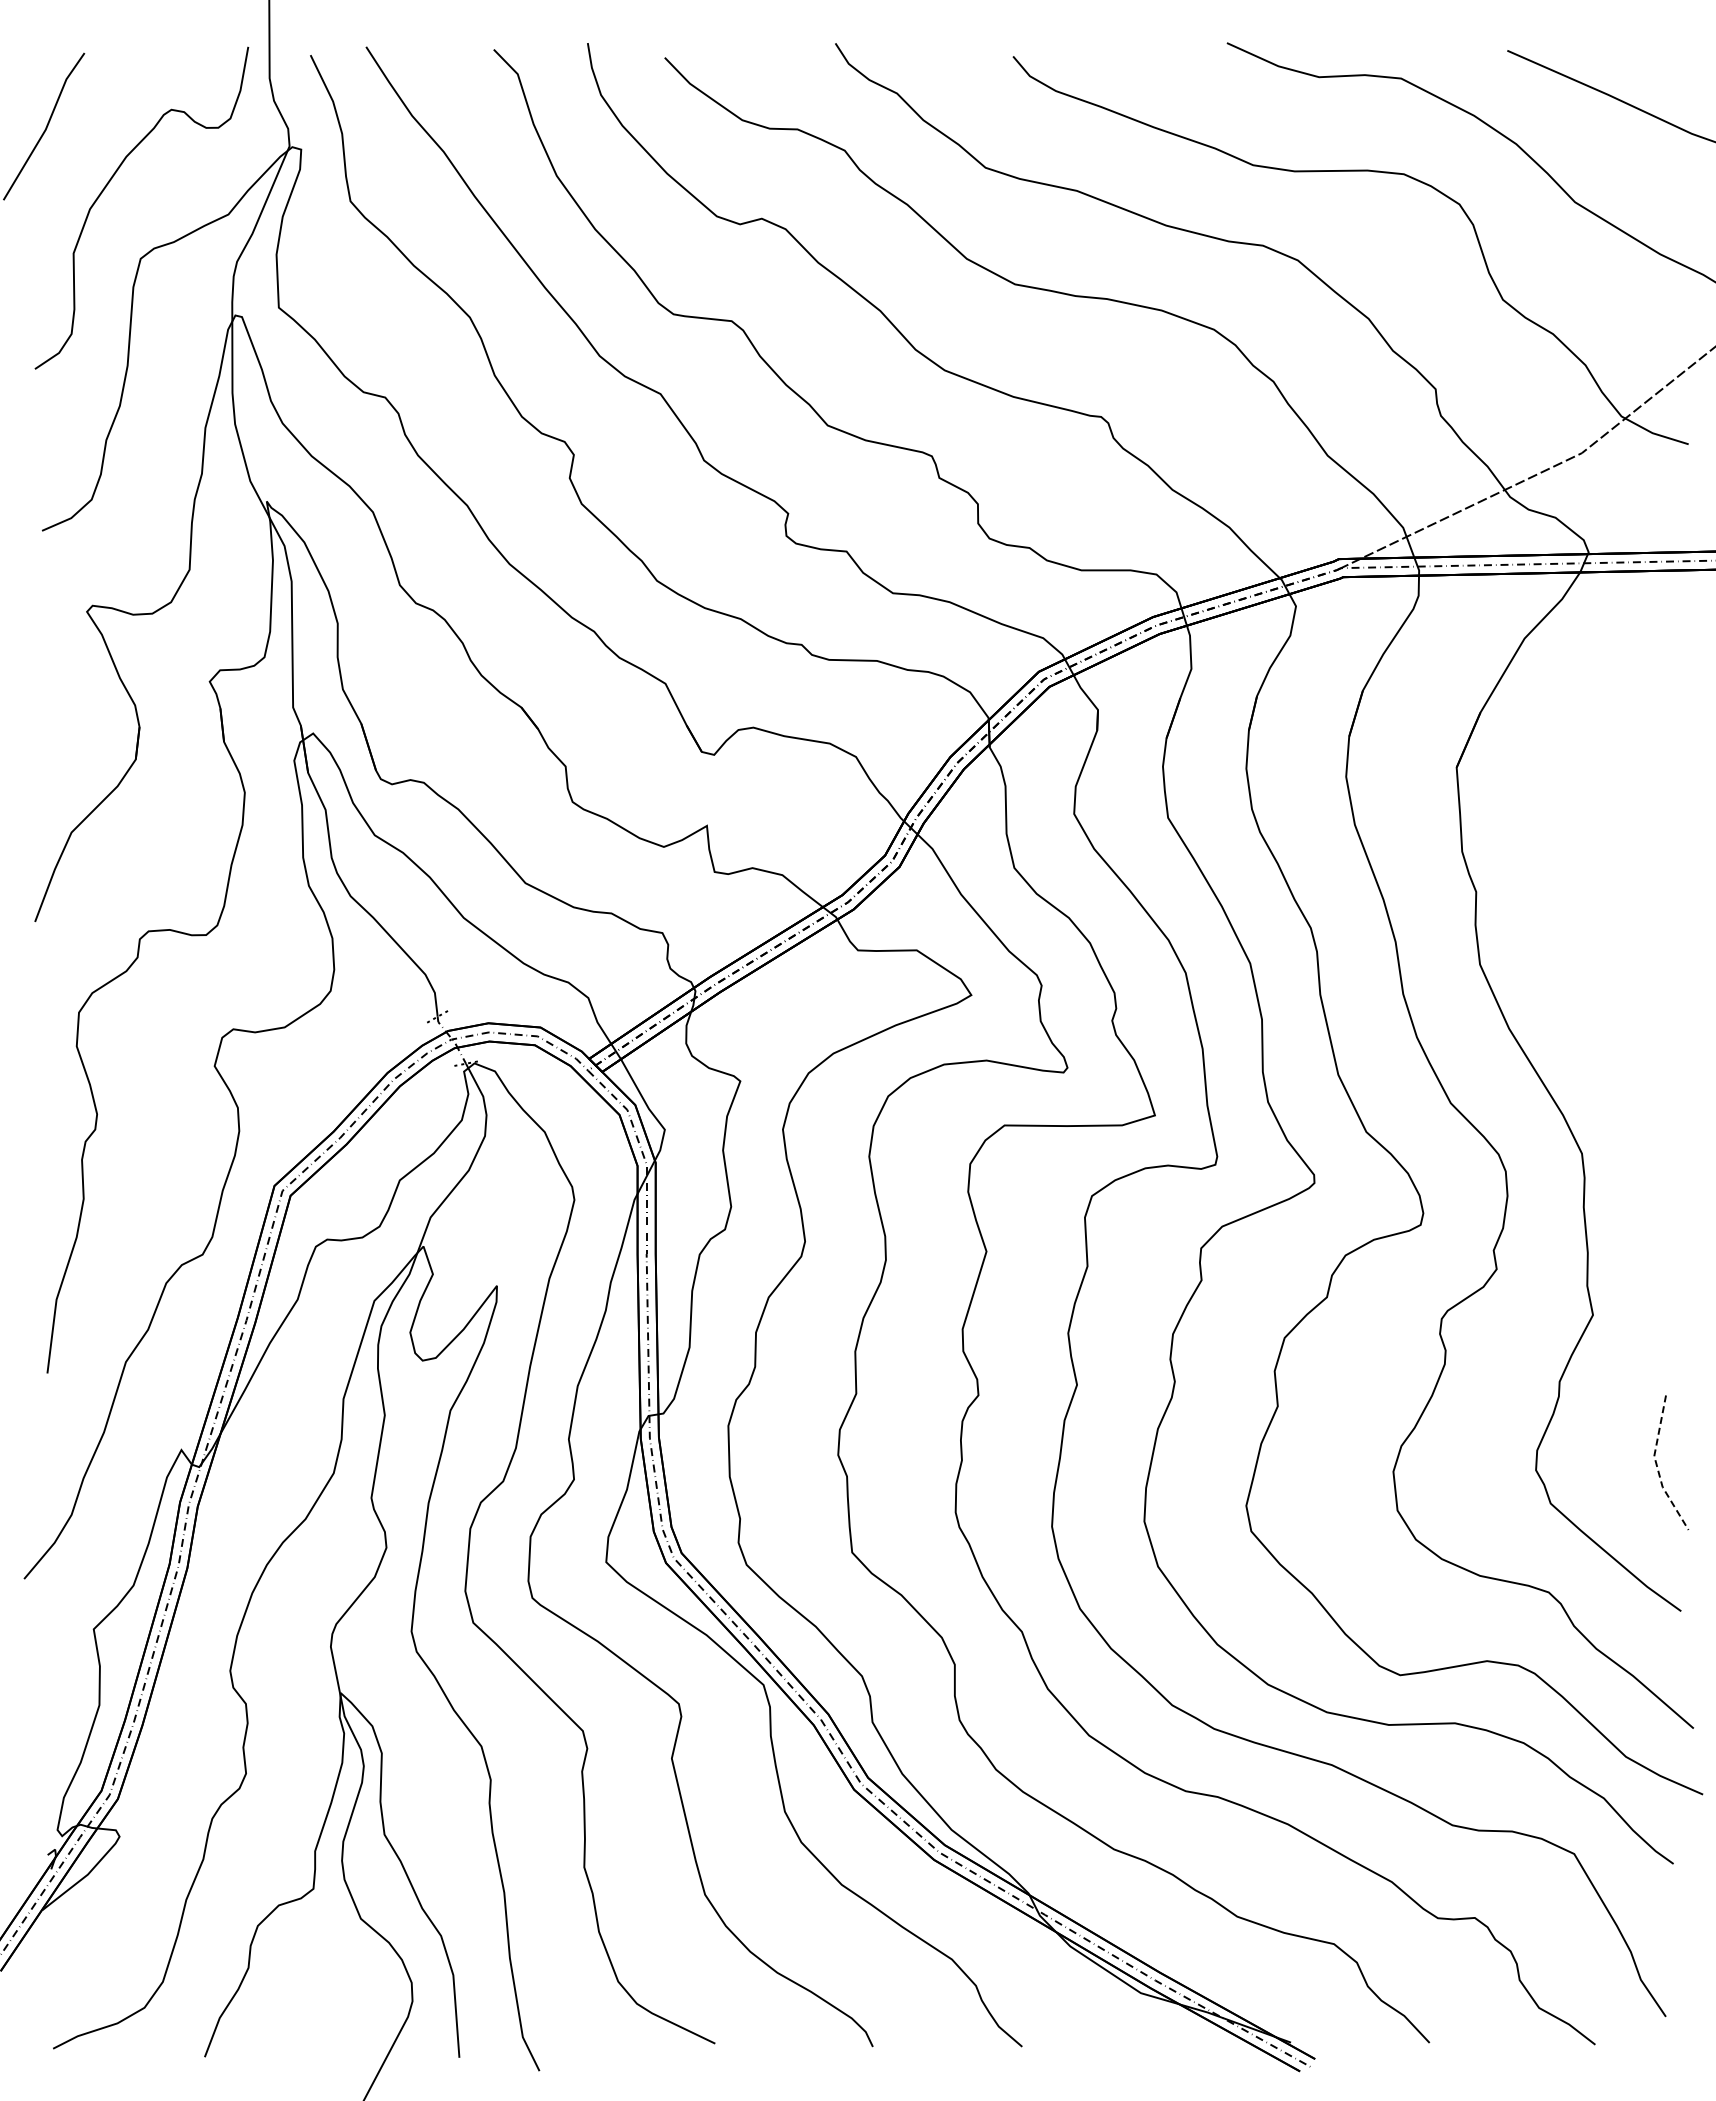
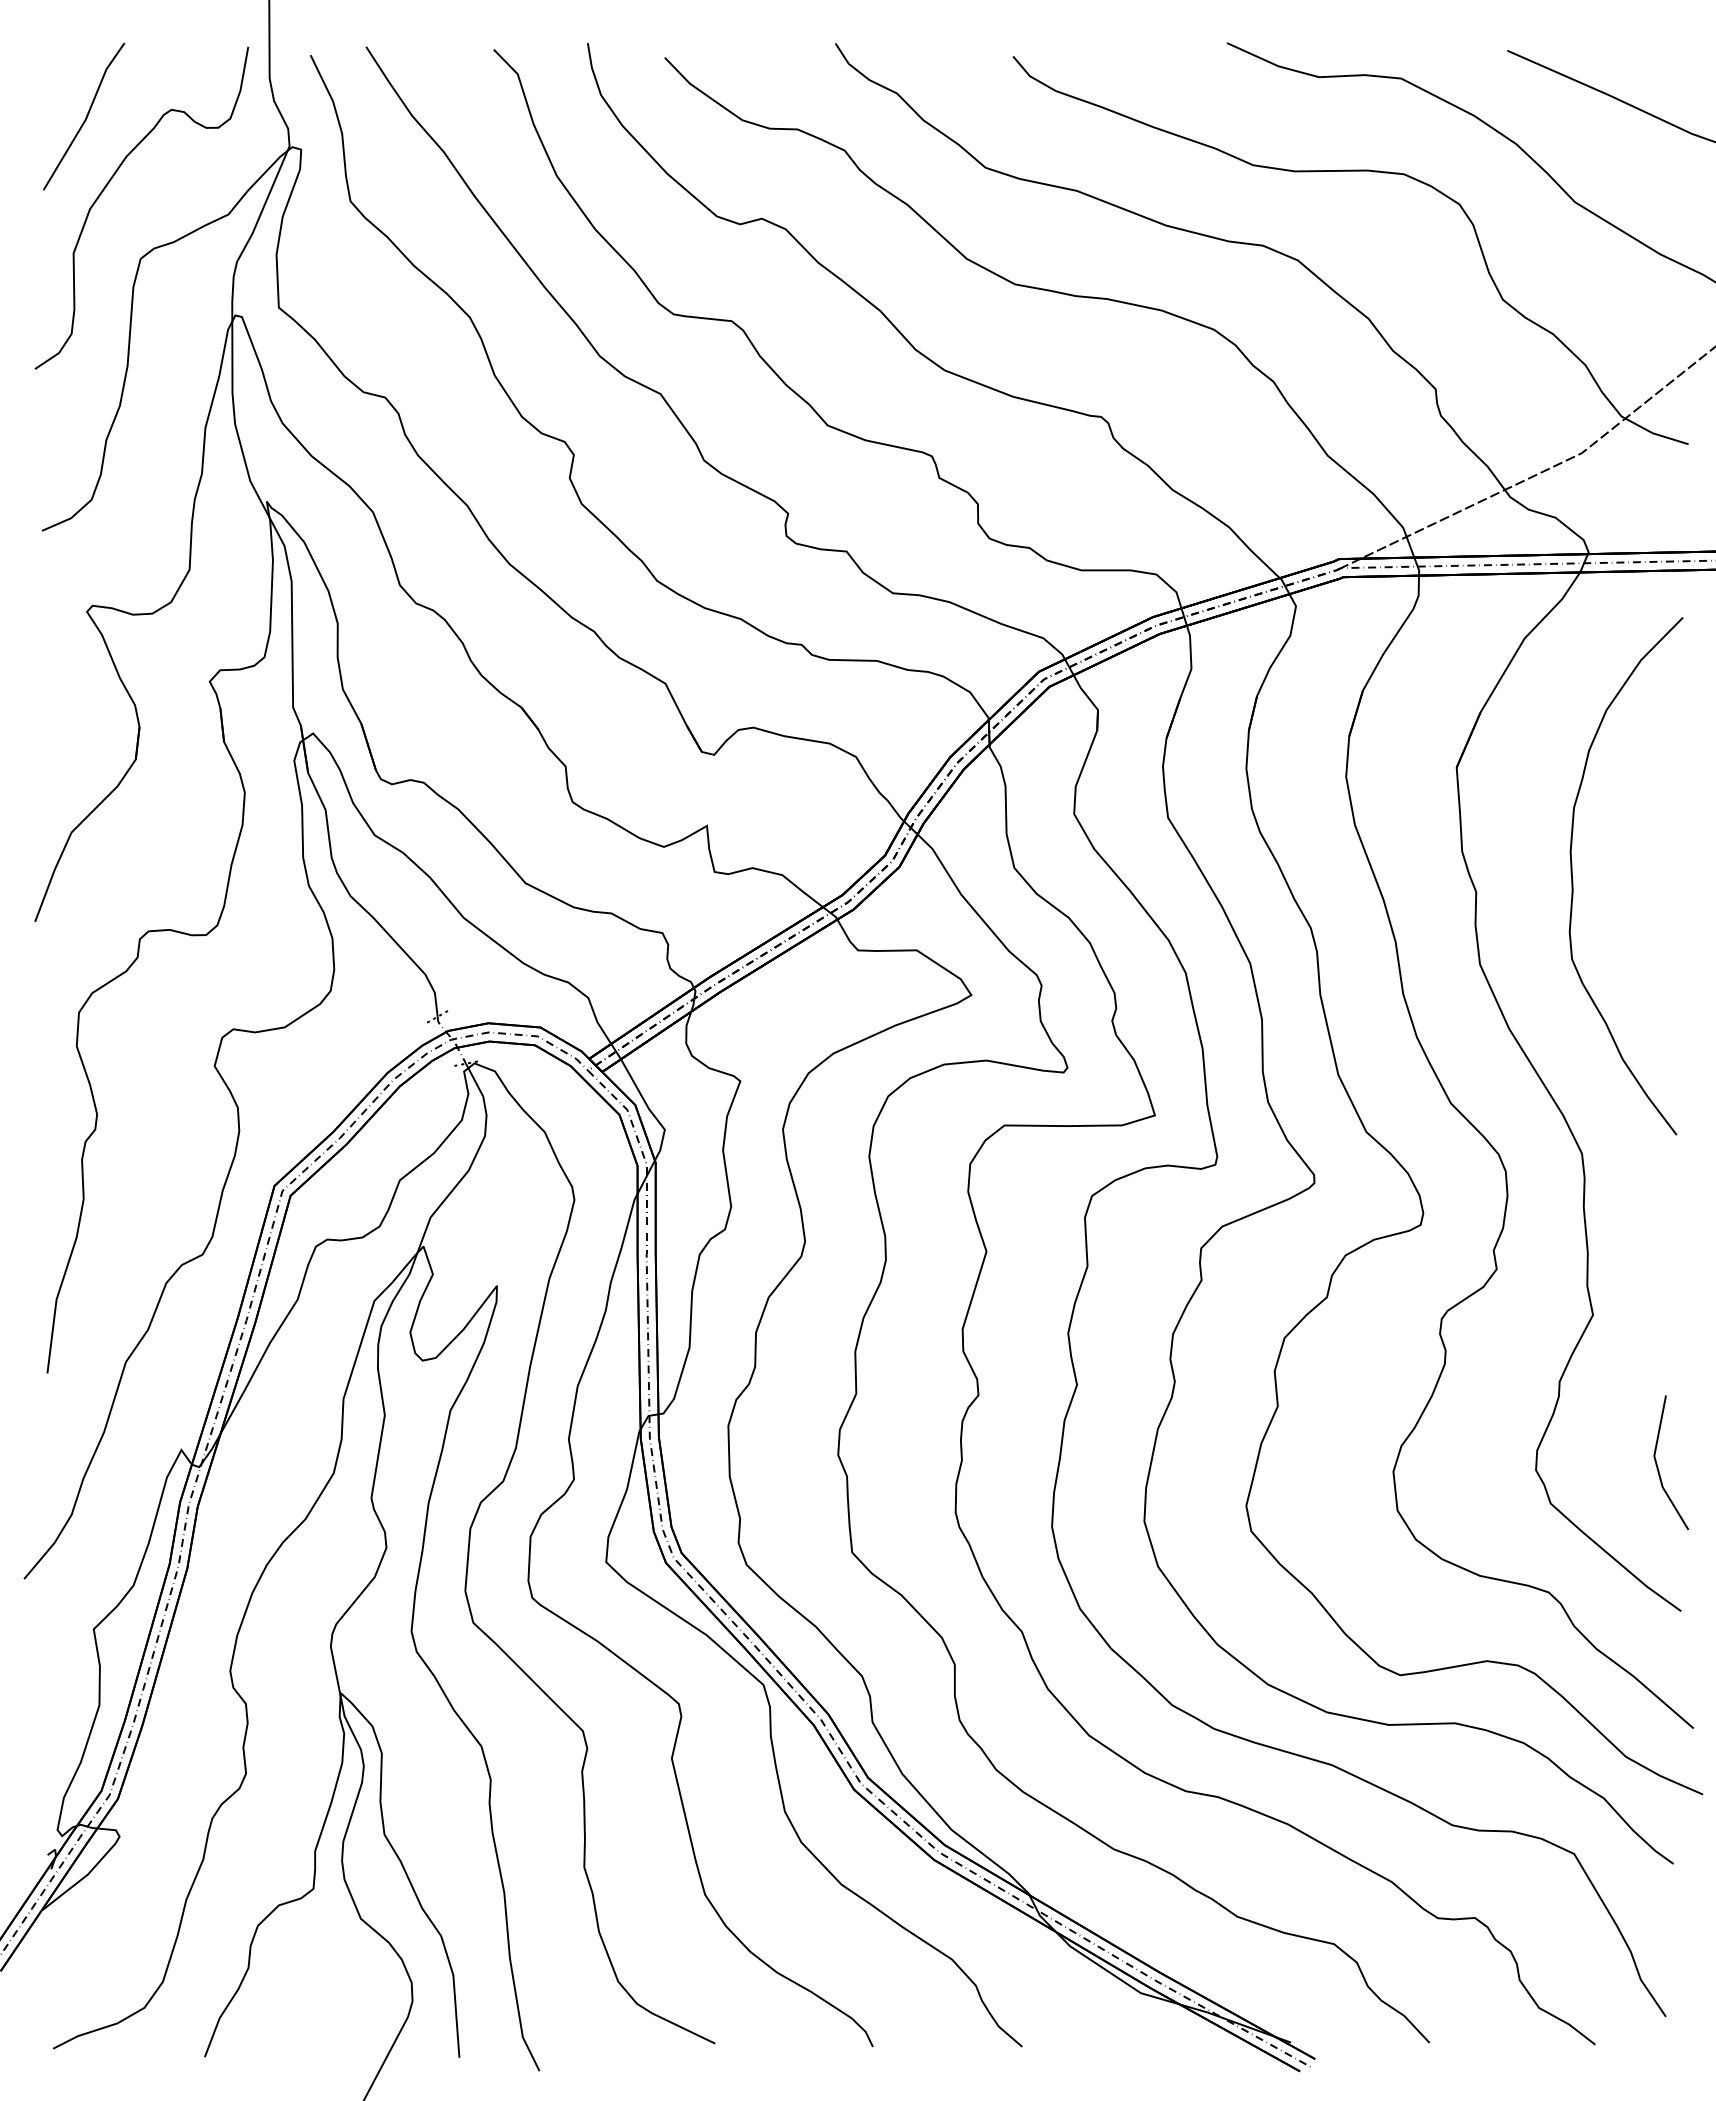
line at (45, 127) position: (45, 127) -> (85, 117)
curve at (1573, 880): none -> present
line at (1657, 1466): dashed -> solid
